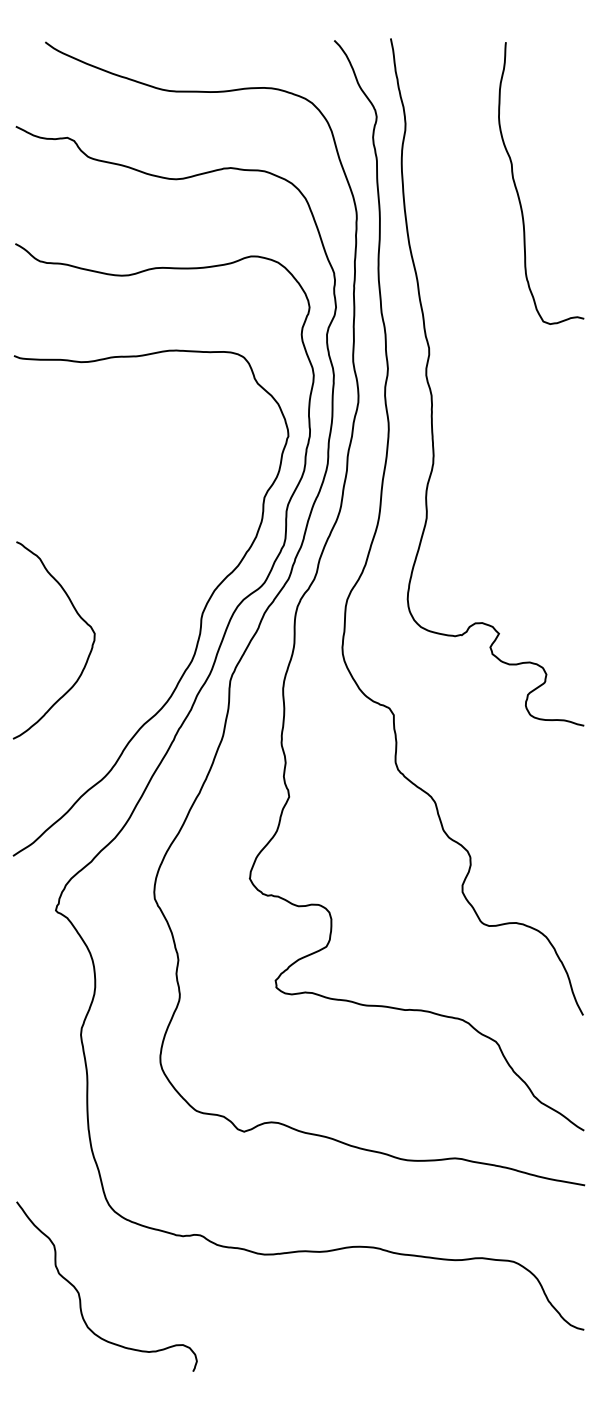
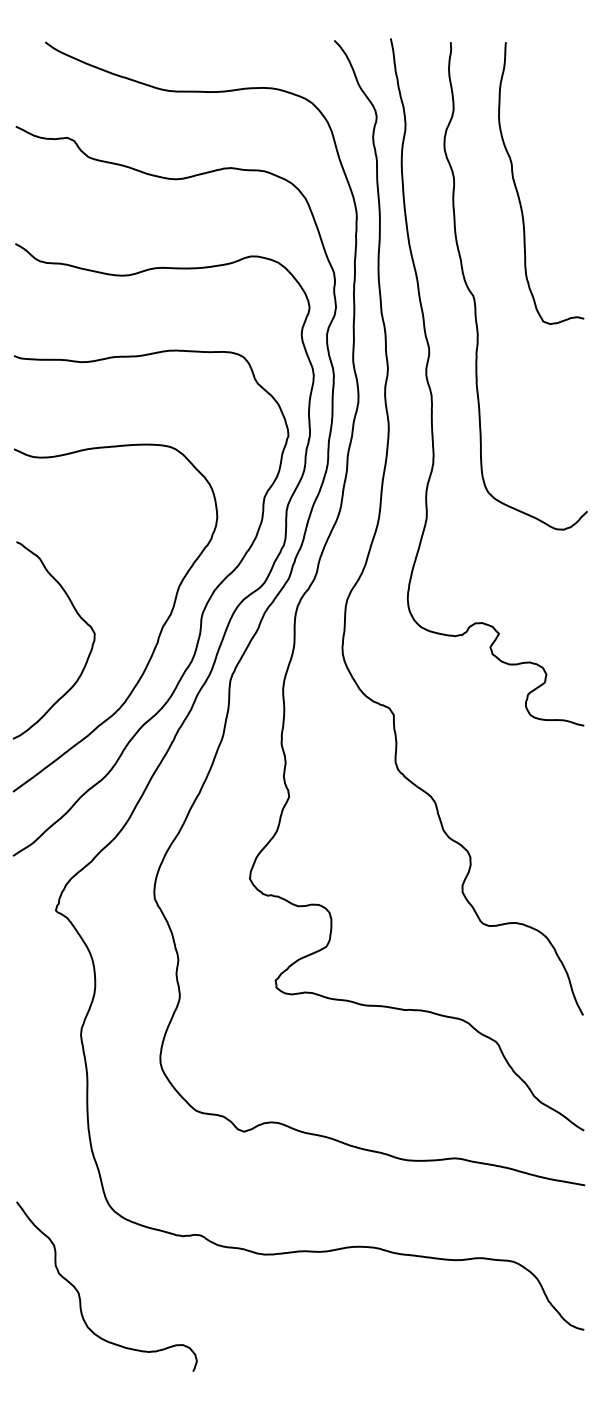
curve at (474, 295): none -> present
curve at (159, 632): none -> present
